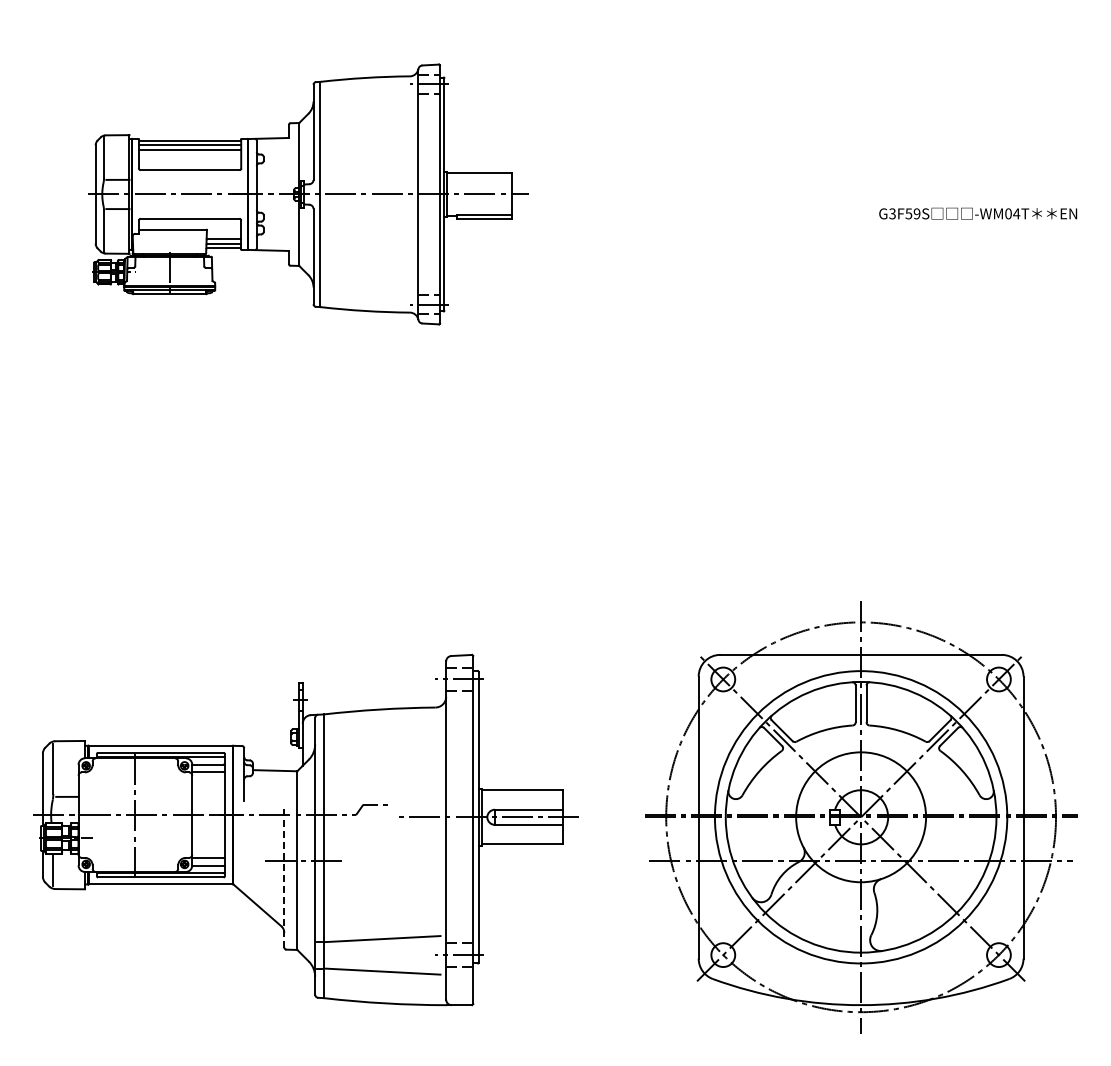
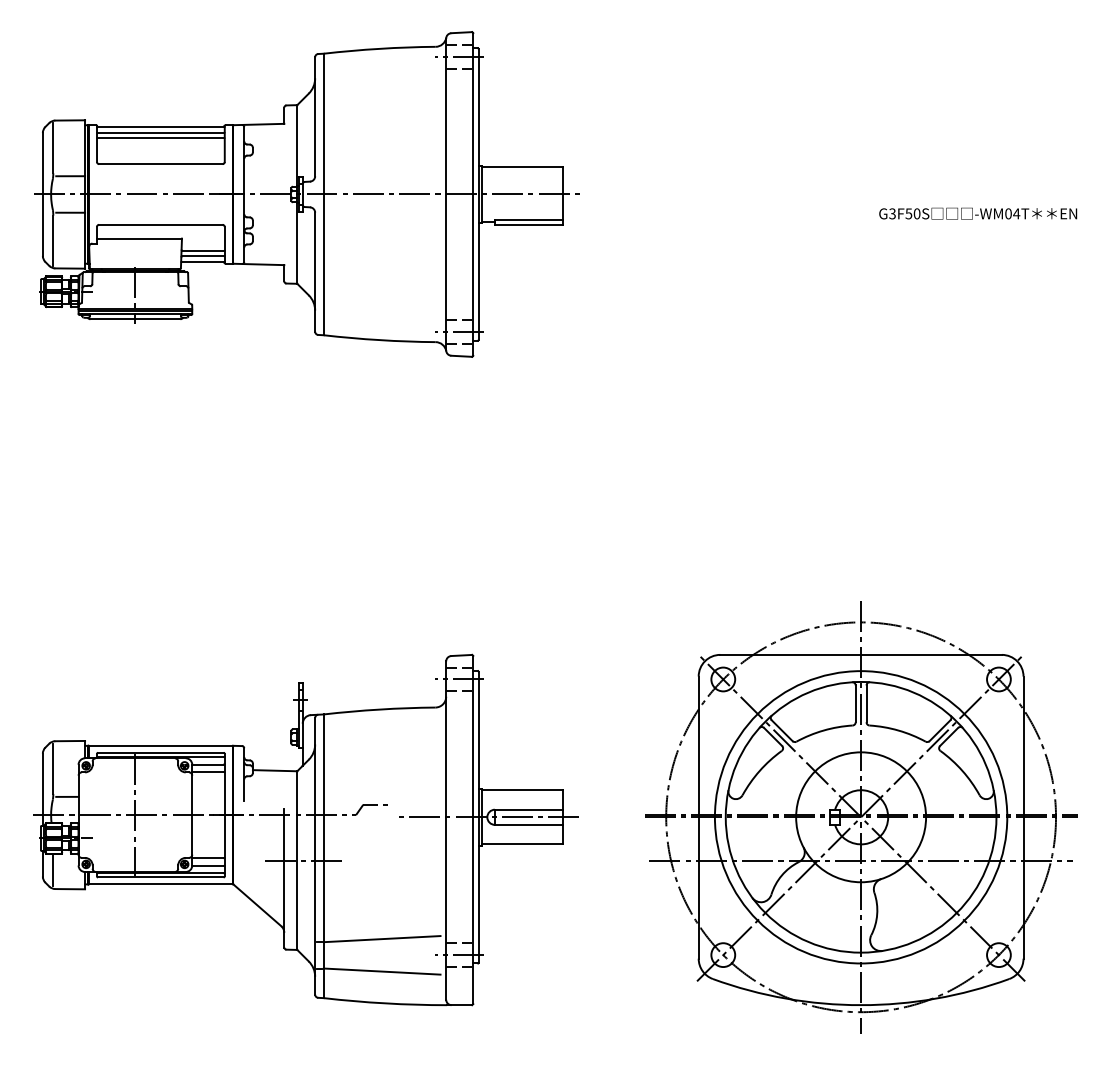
part at (308, 194) size: 441x263 px -> 546x327 px
text at (916, 213): G3F59S -> G3F50S
line at (284, 878): dashed -> solid
